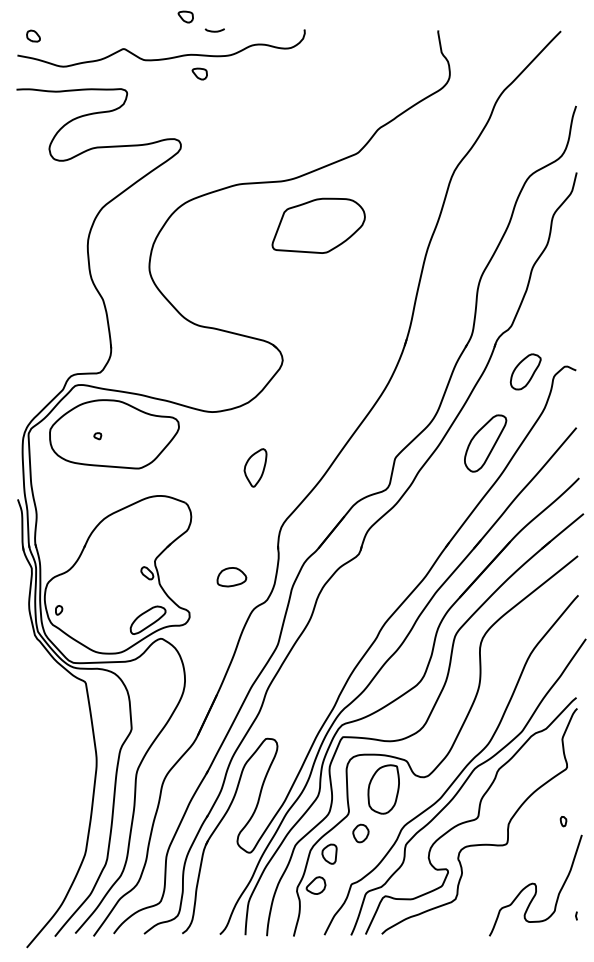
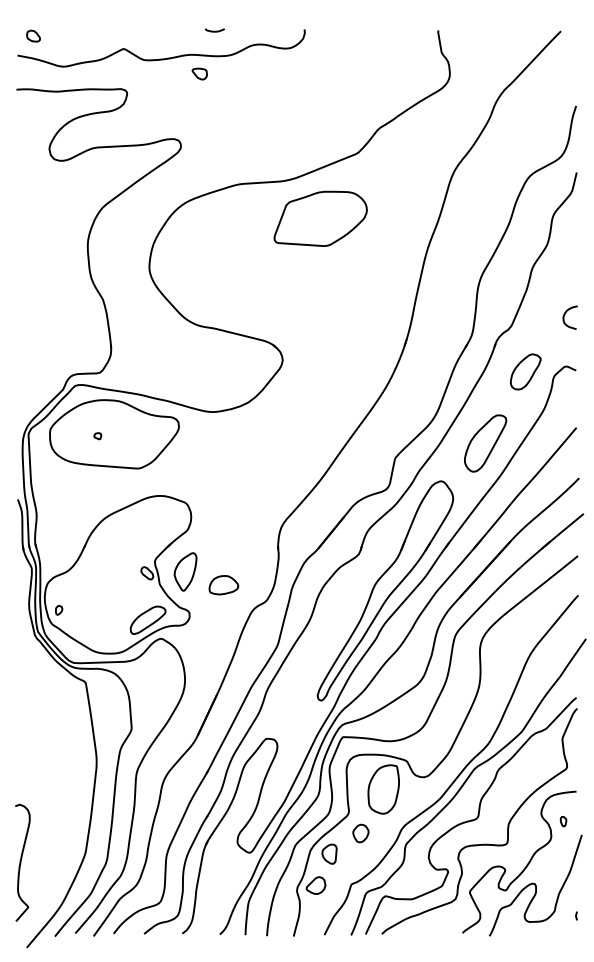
part at (185, 16): present -> none
part at (318, 225) position: (318, 225) -> (320, 218)
curve at (565, 315): none -> present
part at (255, 467) position: (255, 467) -> (185, 571)
part at (231, 577) position: (231, 577) -> (223, 585)
part at (384, 590): none -> present
curve at (21, 862): none -> present
curve at (526, 864): none -> present
